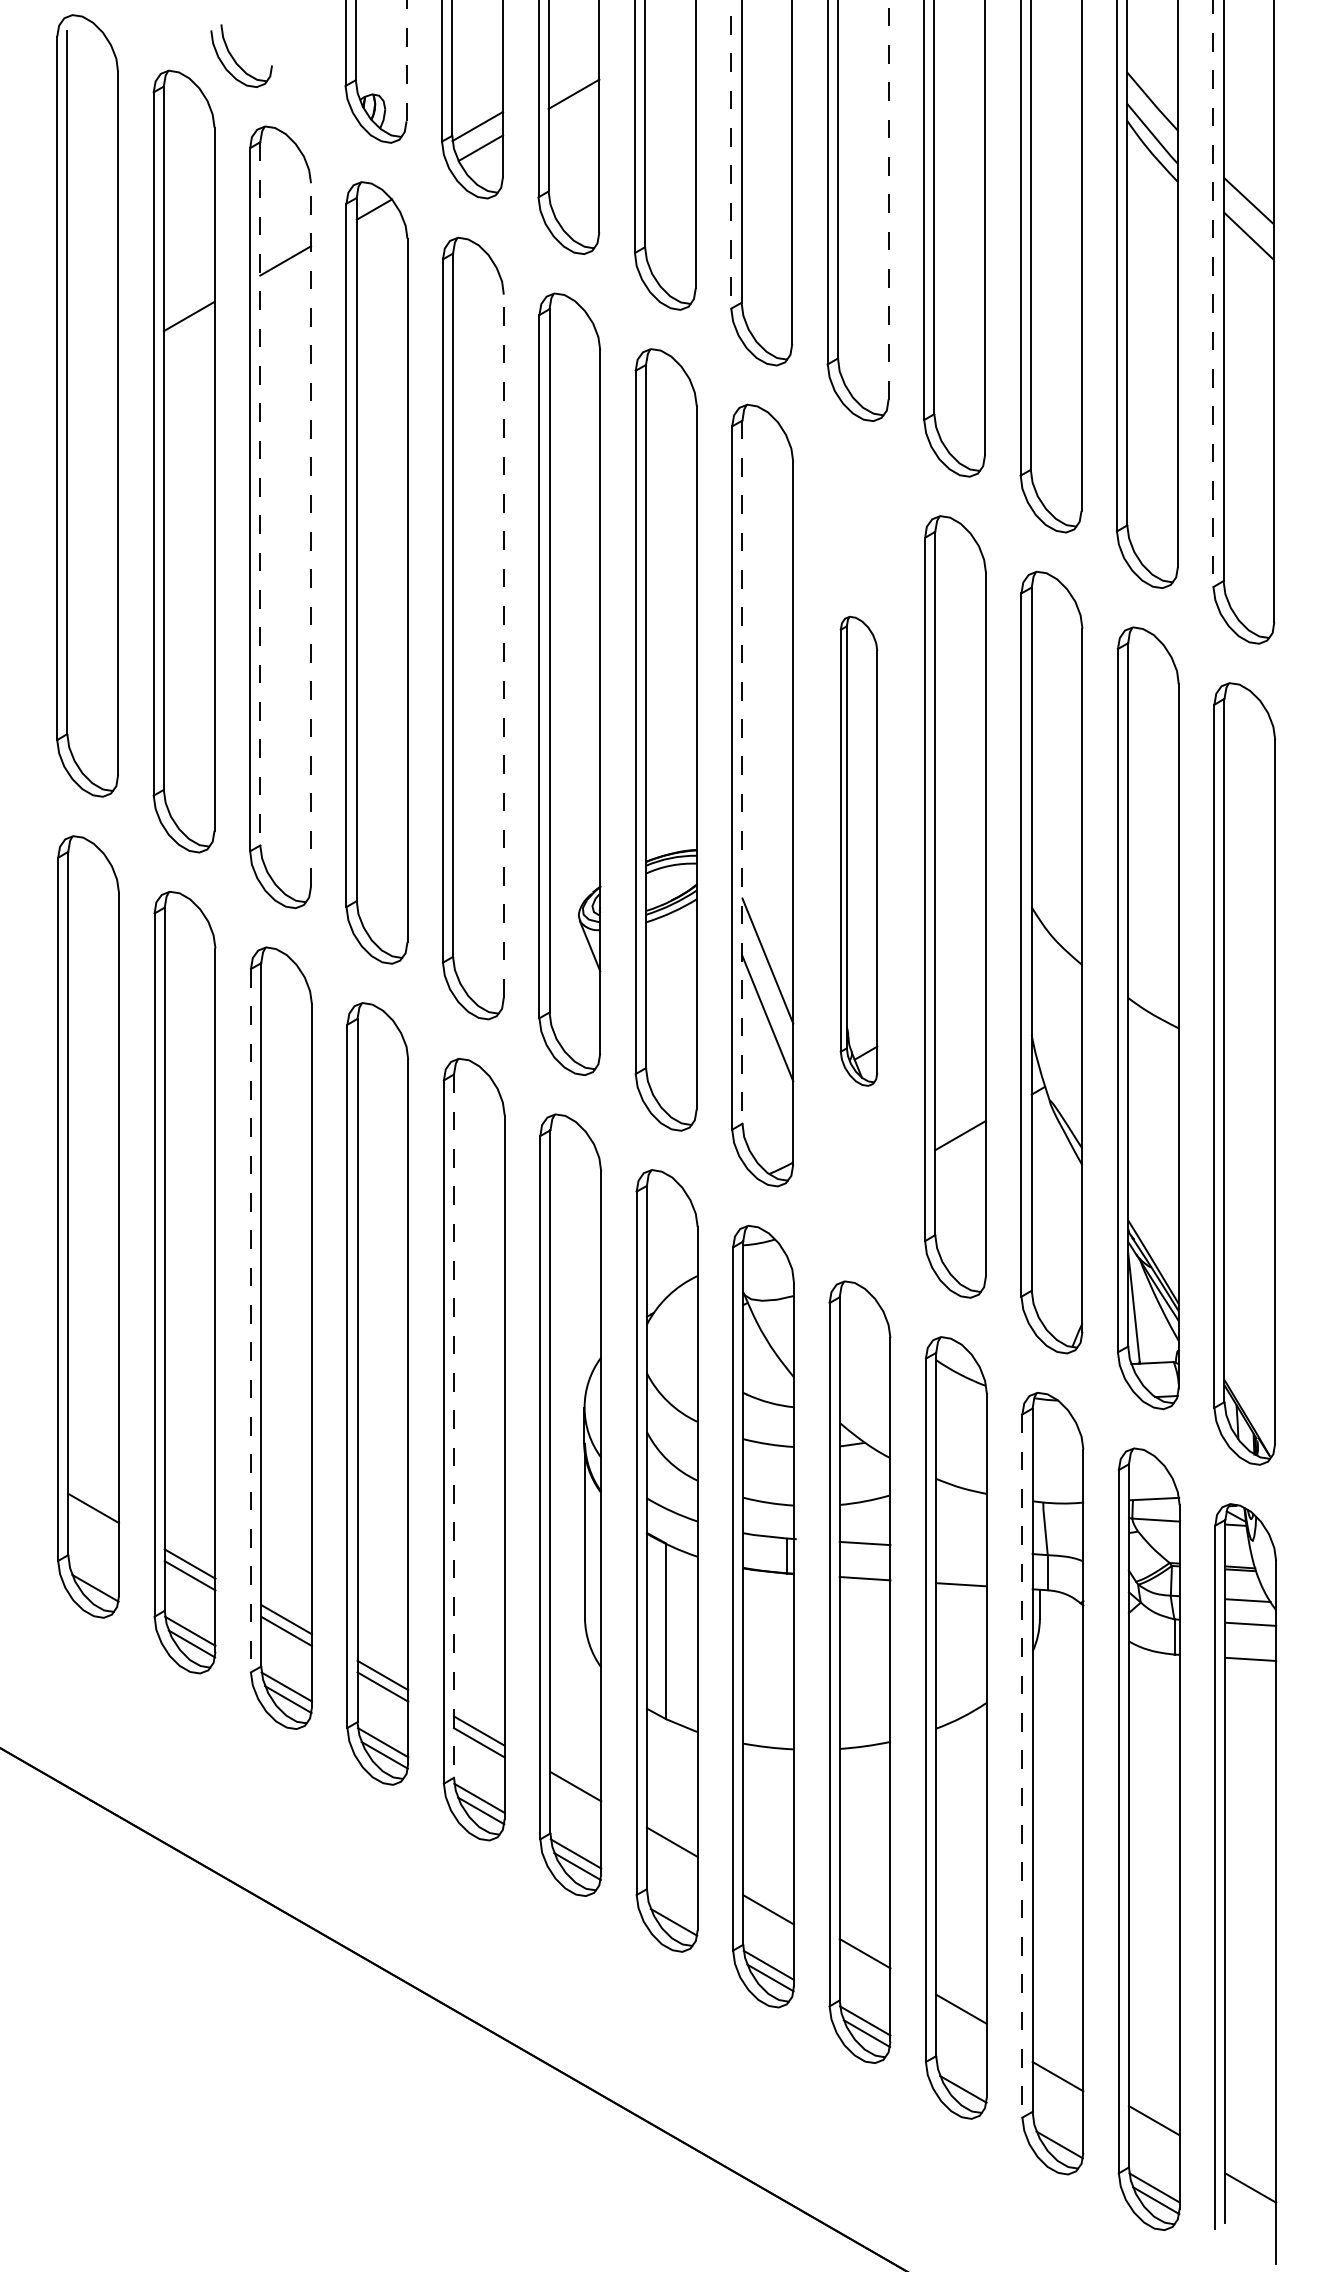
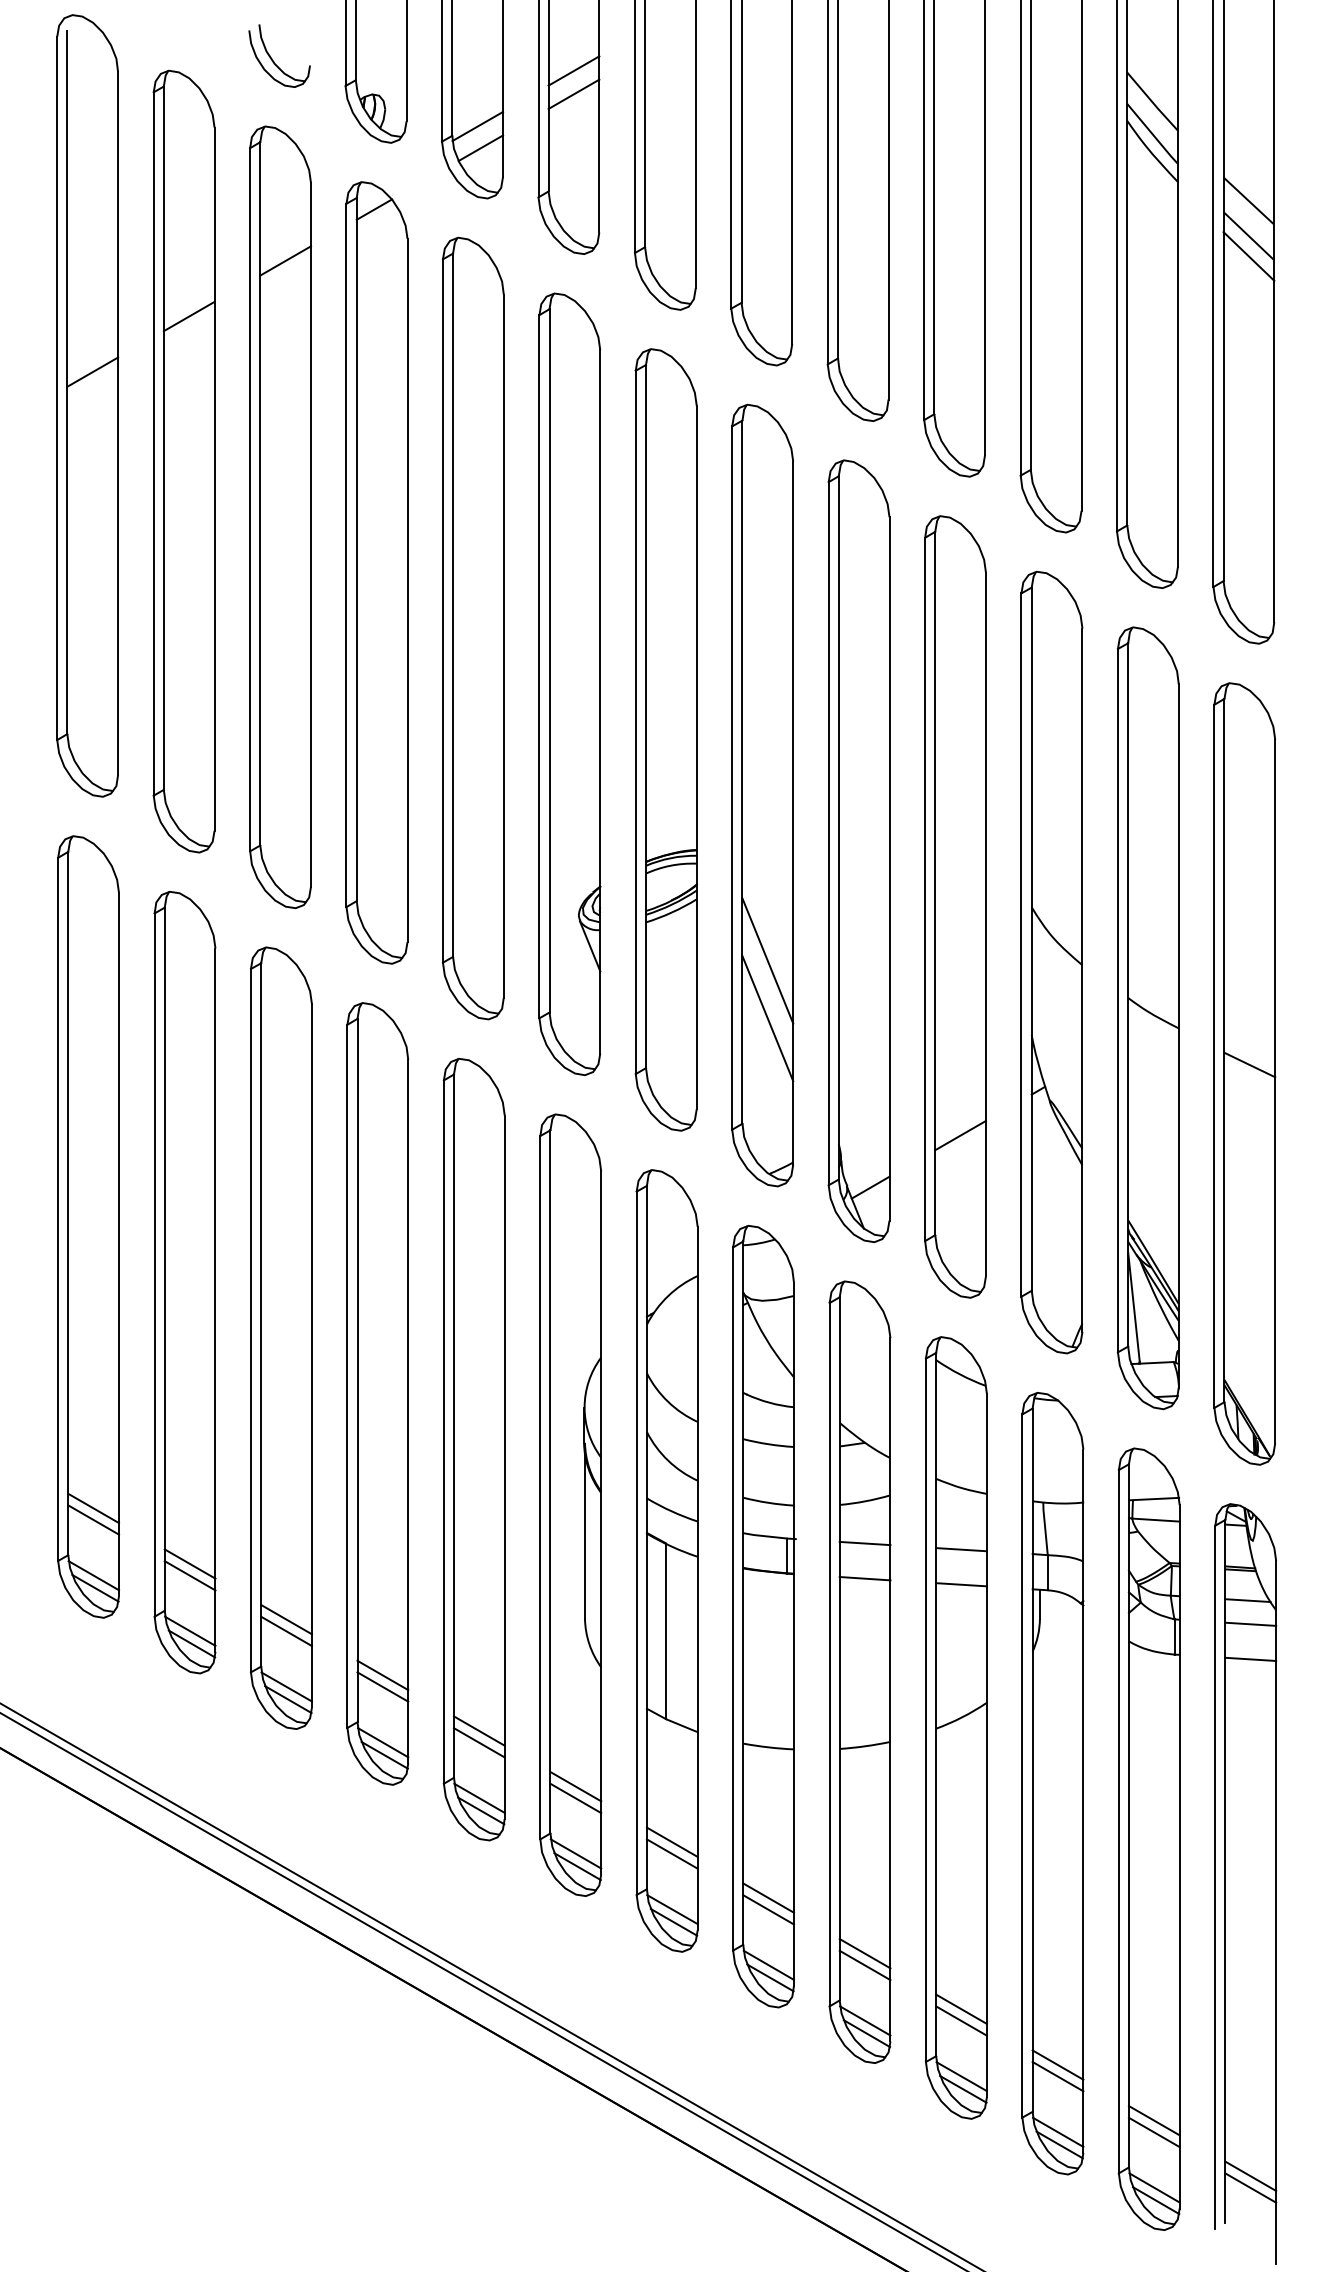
part at (234, 58) position: (234, 58) -> (272, 58)
line at (406, 60): dashed -> solid
line at (573, 70): none -> present
line at (731, 154): dashed -> solid
line at (888, 199): dashed -> solid
line at (1248, 256): none -> present
line at (1213, 294): dashed -> solid
line at (92, 371): none -> present
line at (260, 493): dashed -> solid
line at (311, 534): dashed -> solid
line at (503, 646): dashed -> solid
line at (742, 772): dashed -> solid
part at (858, 851) size: 40x471 px -> 64x785 px
line at (1249, 1064): none -> present
line at (250, 1320): dashed -> solid
line at (453, 1426): dashed -> solid
line at (93, 1519): none -> present
line at (961, 1549): none -> present
line at (93, 1575): none -> present
line at (1022, 1766): dashed -> solid
line at (575, 1798): none -> present
line at (671, 1853): none -> present
line at (768, 1897): none -> present
line at (672, 1909): none -> present
line at (864, 1965): none -> present
line at (490, 1986): none -> present
line at (482, 1991): none -> present
line at (961, 2020): none -> present
line at (1057, 2064): none -> present
line at (961, 2076): none -> present
line at (1058, 2131): none -> present
line at (1153, 2132): none -> present
line at (1250, 2175): none -> present
